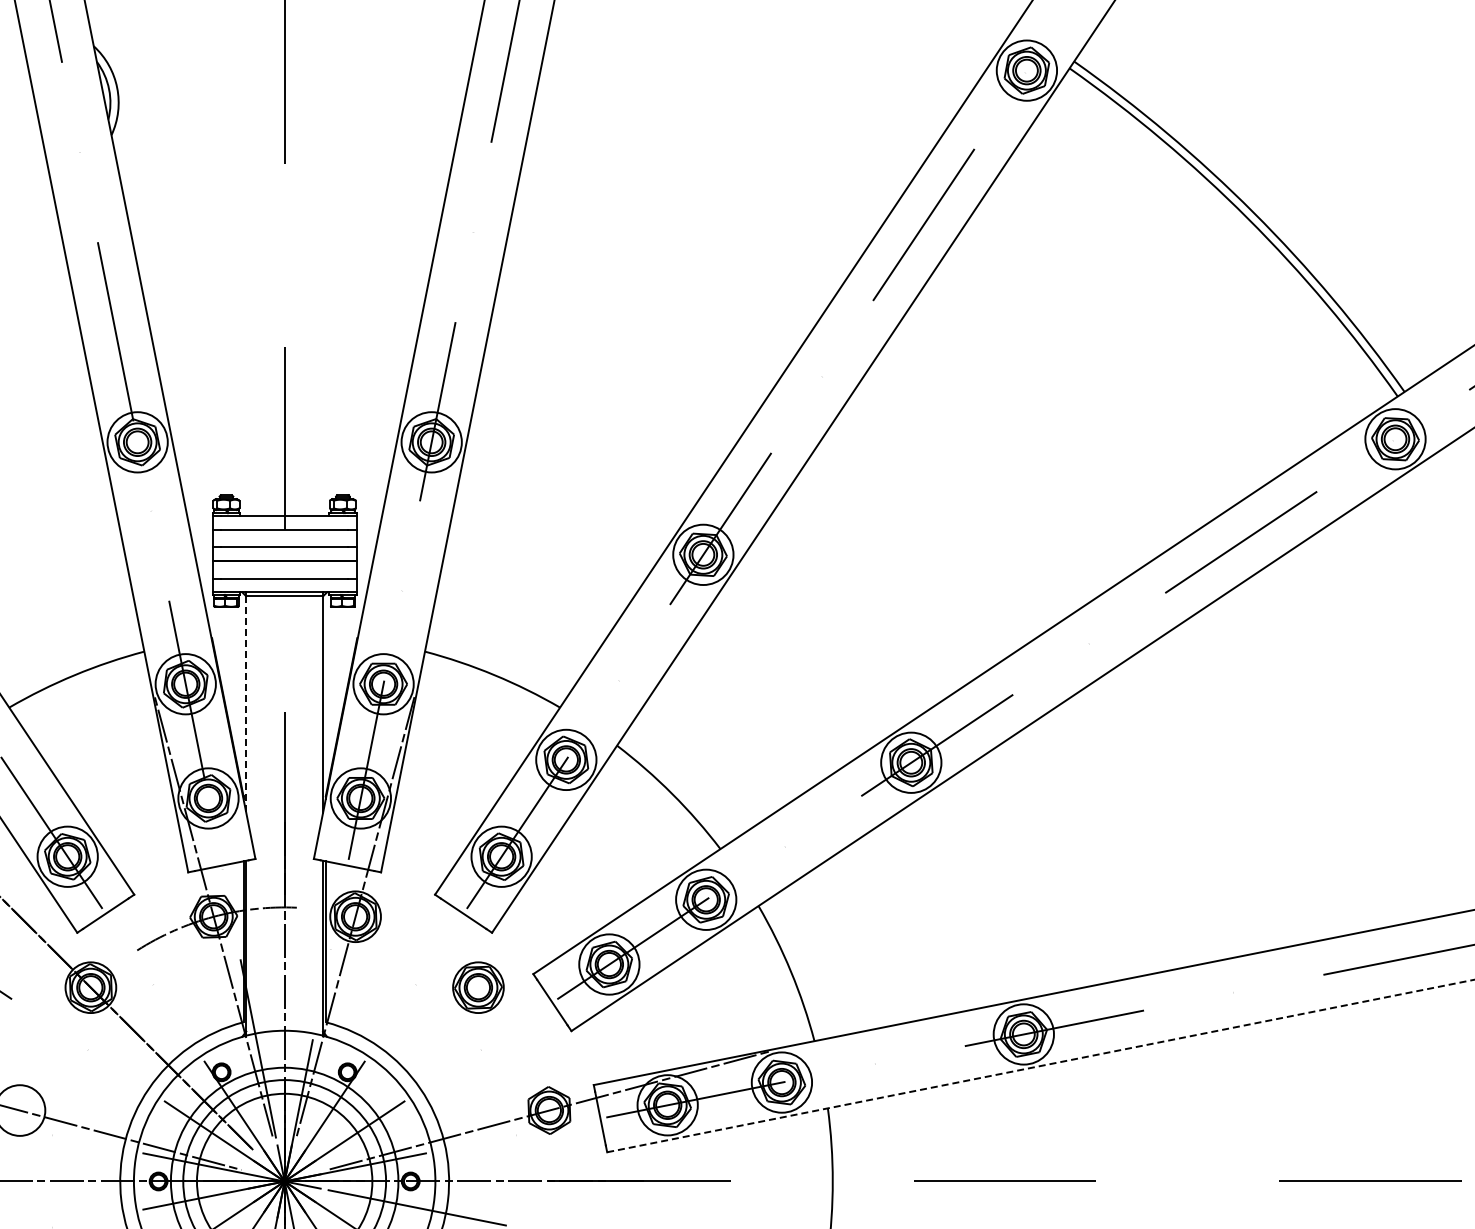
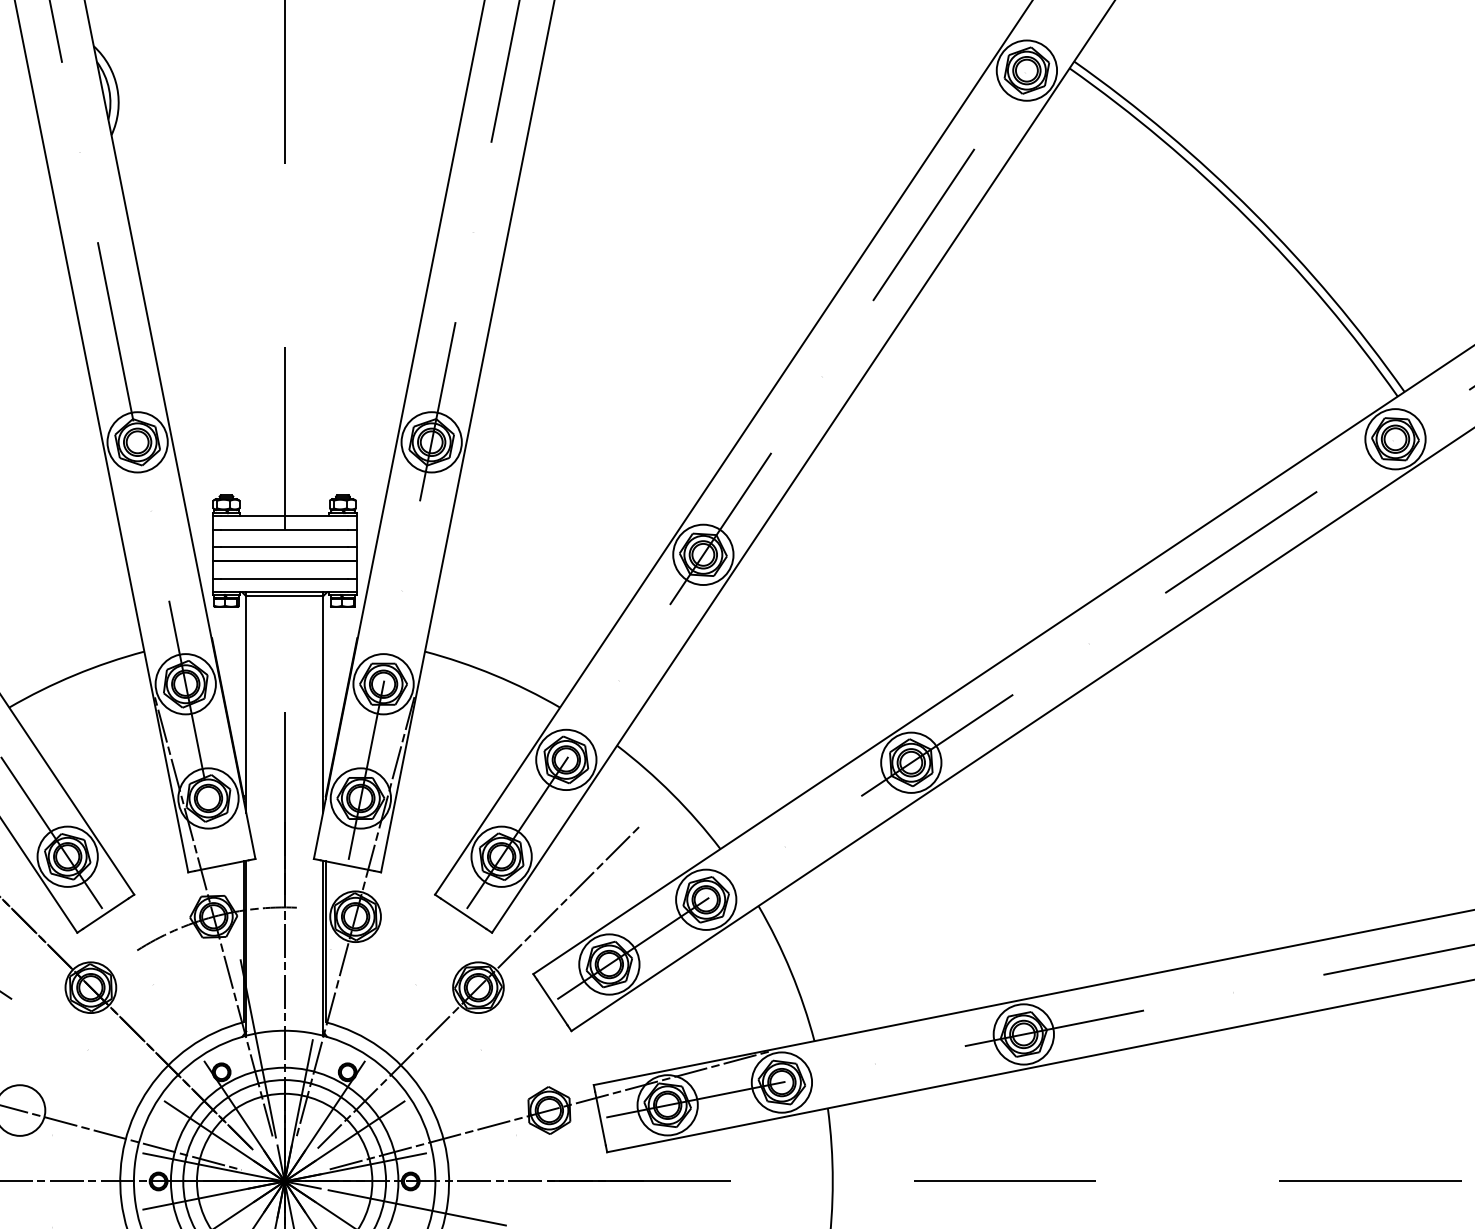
line at (246, 705): dashed -> solid
line at (478, 987): none -> present
line at (1041, 1065): dashed -> solid
